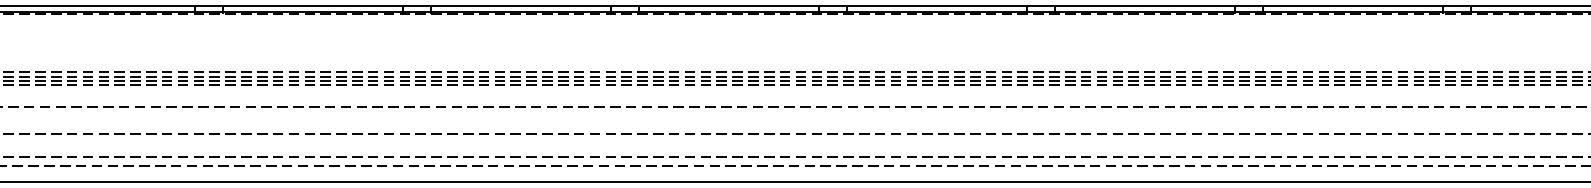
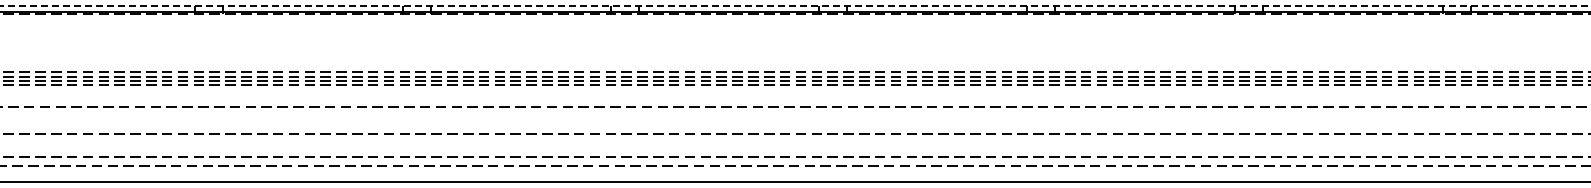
line at (795, 5): solid -> dashed
